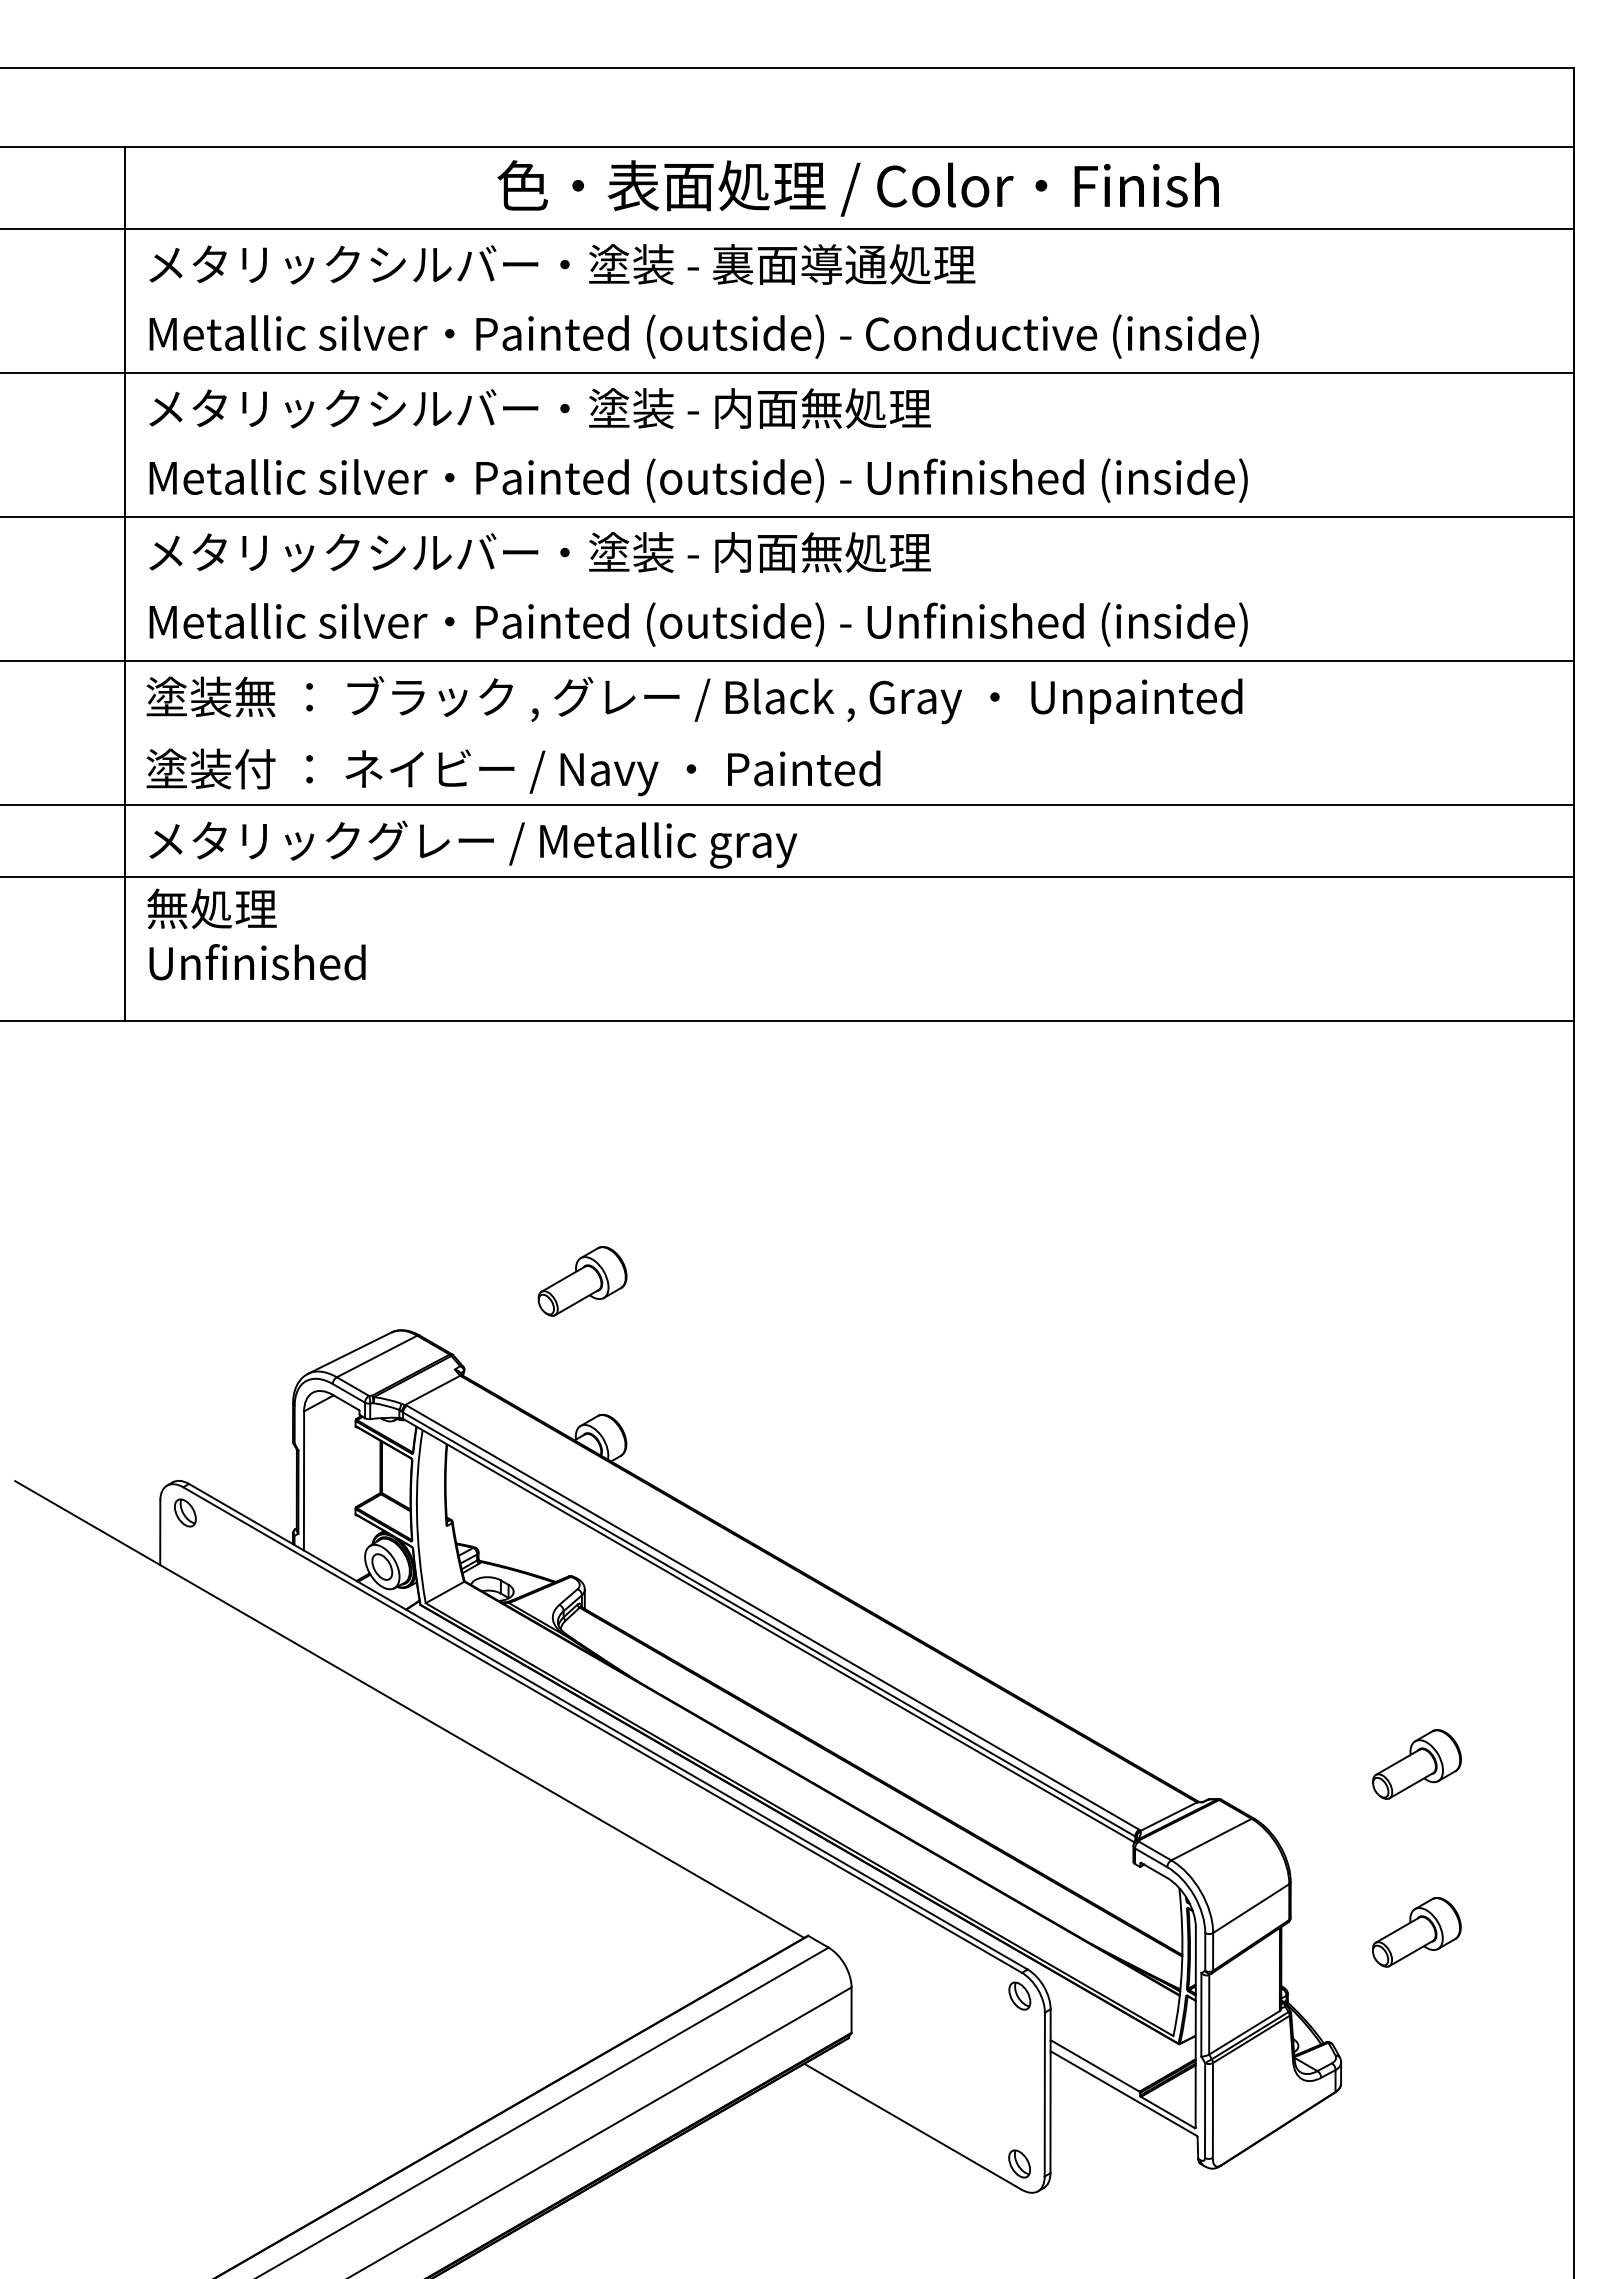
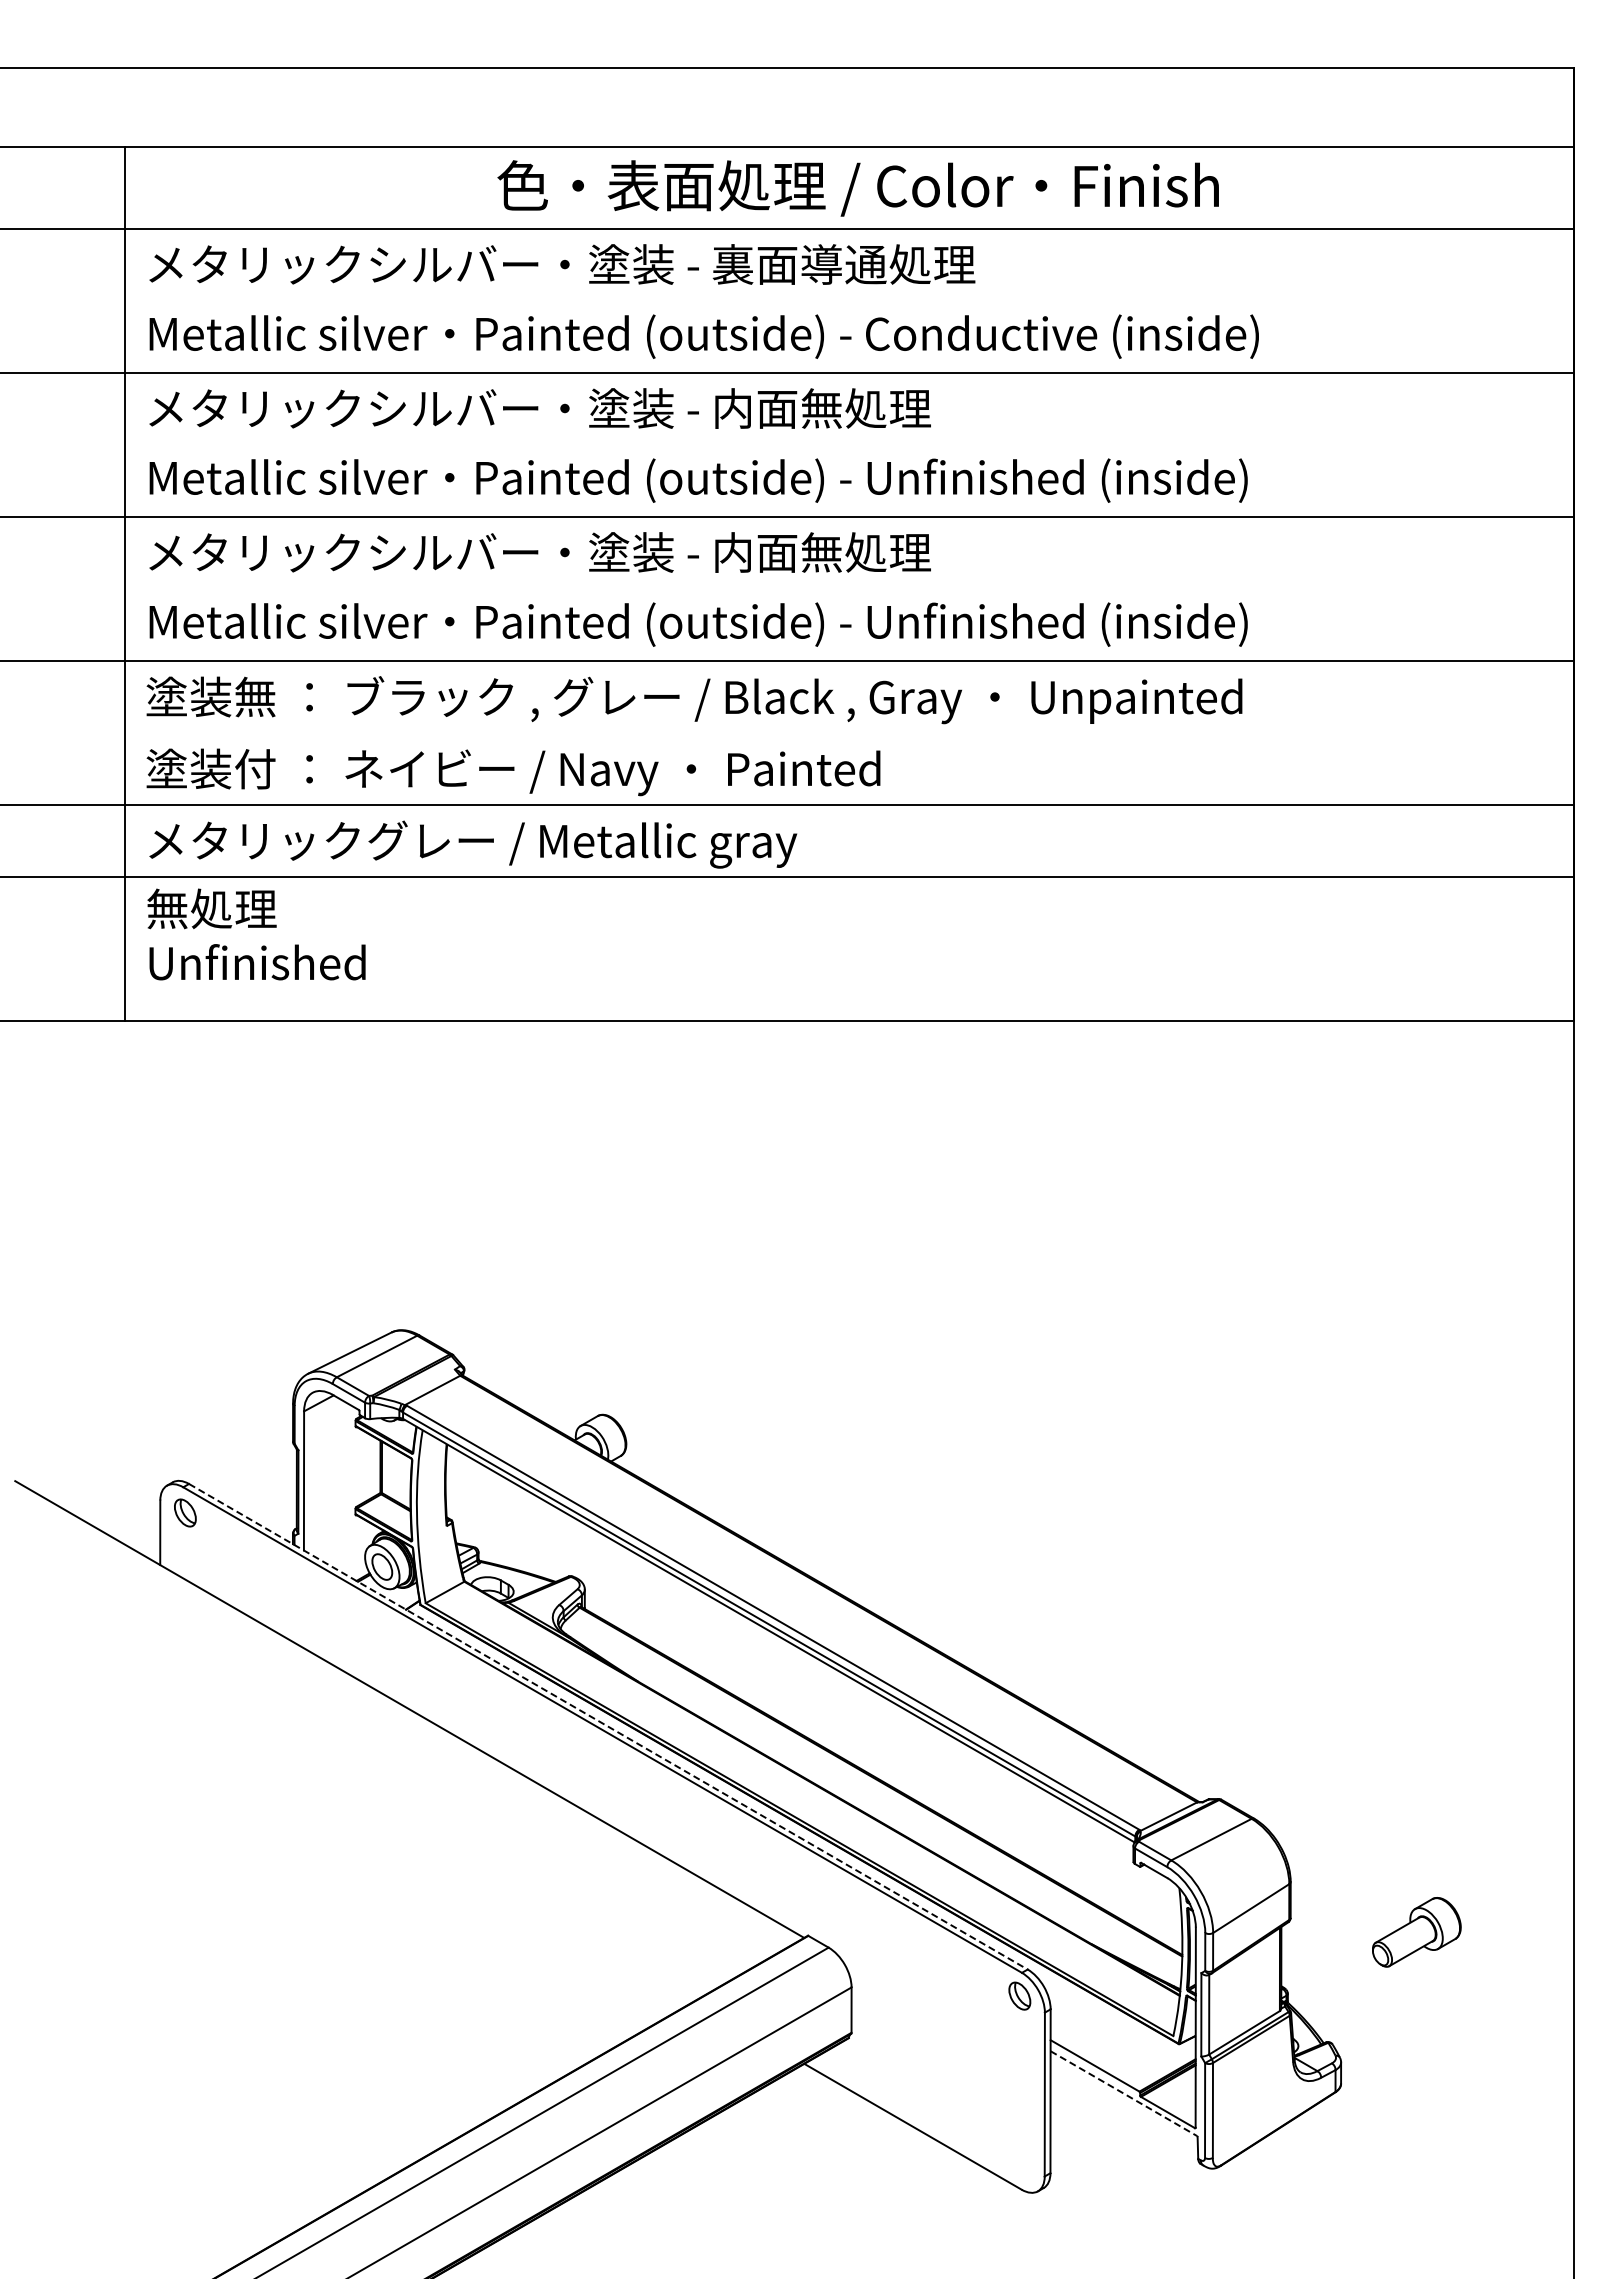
part at (582, 1281): present -> none
line at (608, 1726): solid -> dashed
part at (1416, 1764): present -> none
line at (1124, 2093): solid -> dashed
part at (1019, 2163): present -> none
